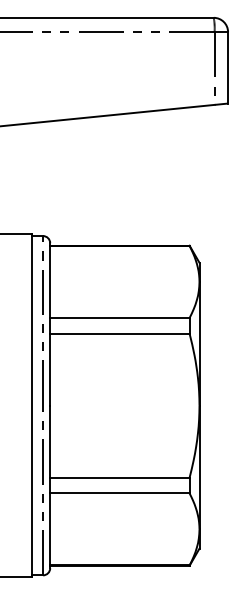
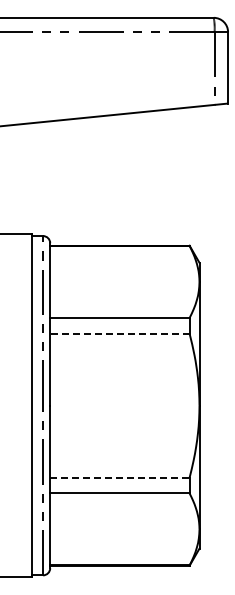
line at (119, 333): solid -> dashed
line at (119, 477): solid -> dashed
